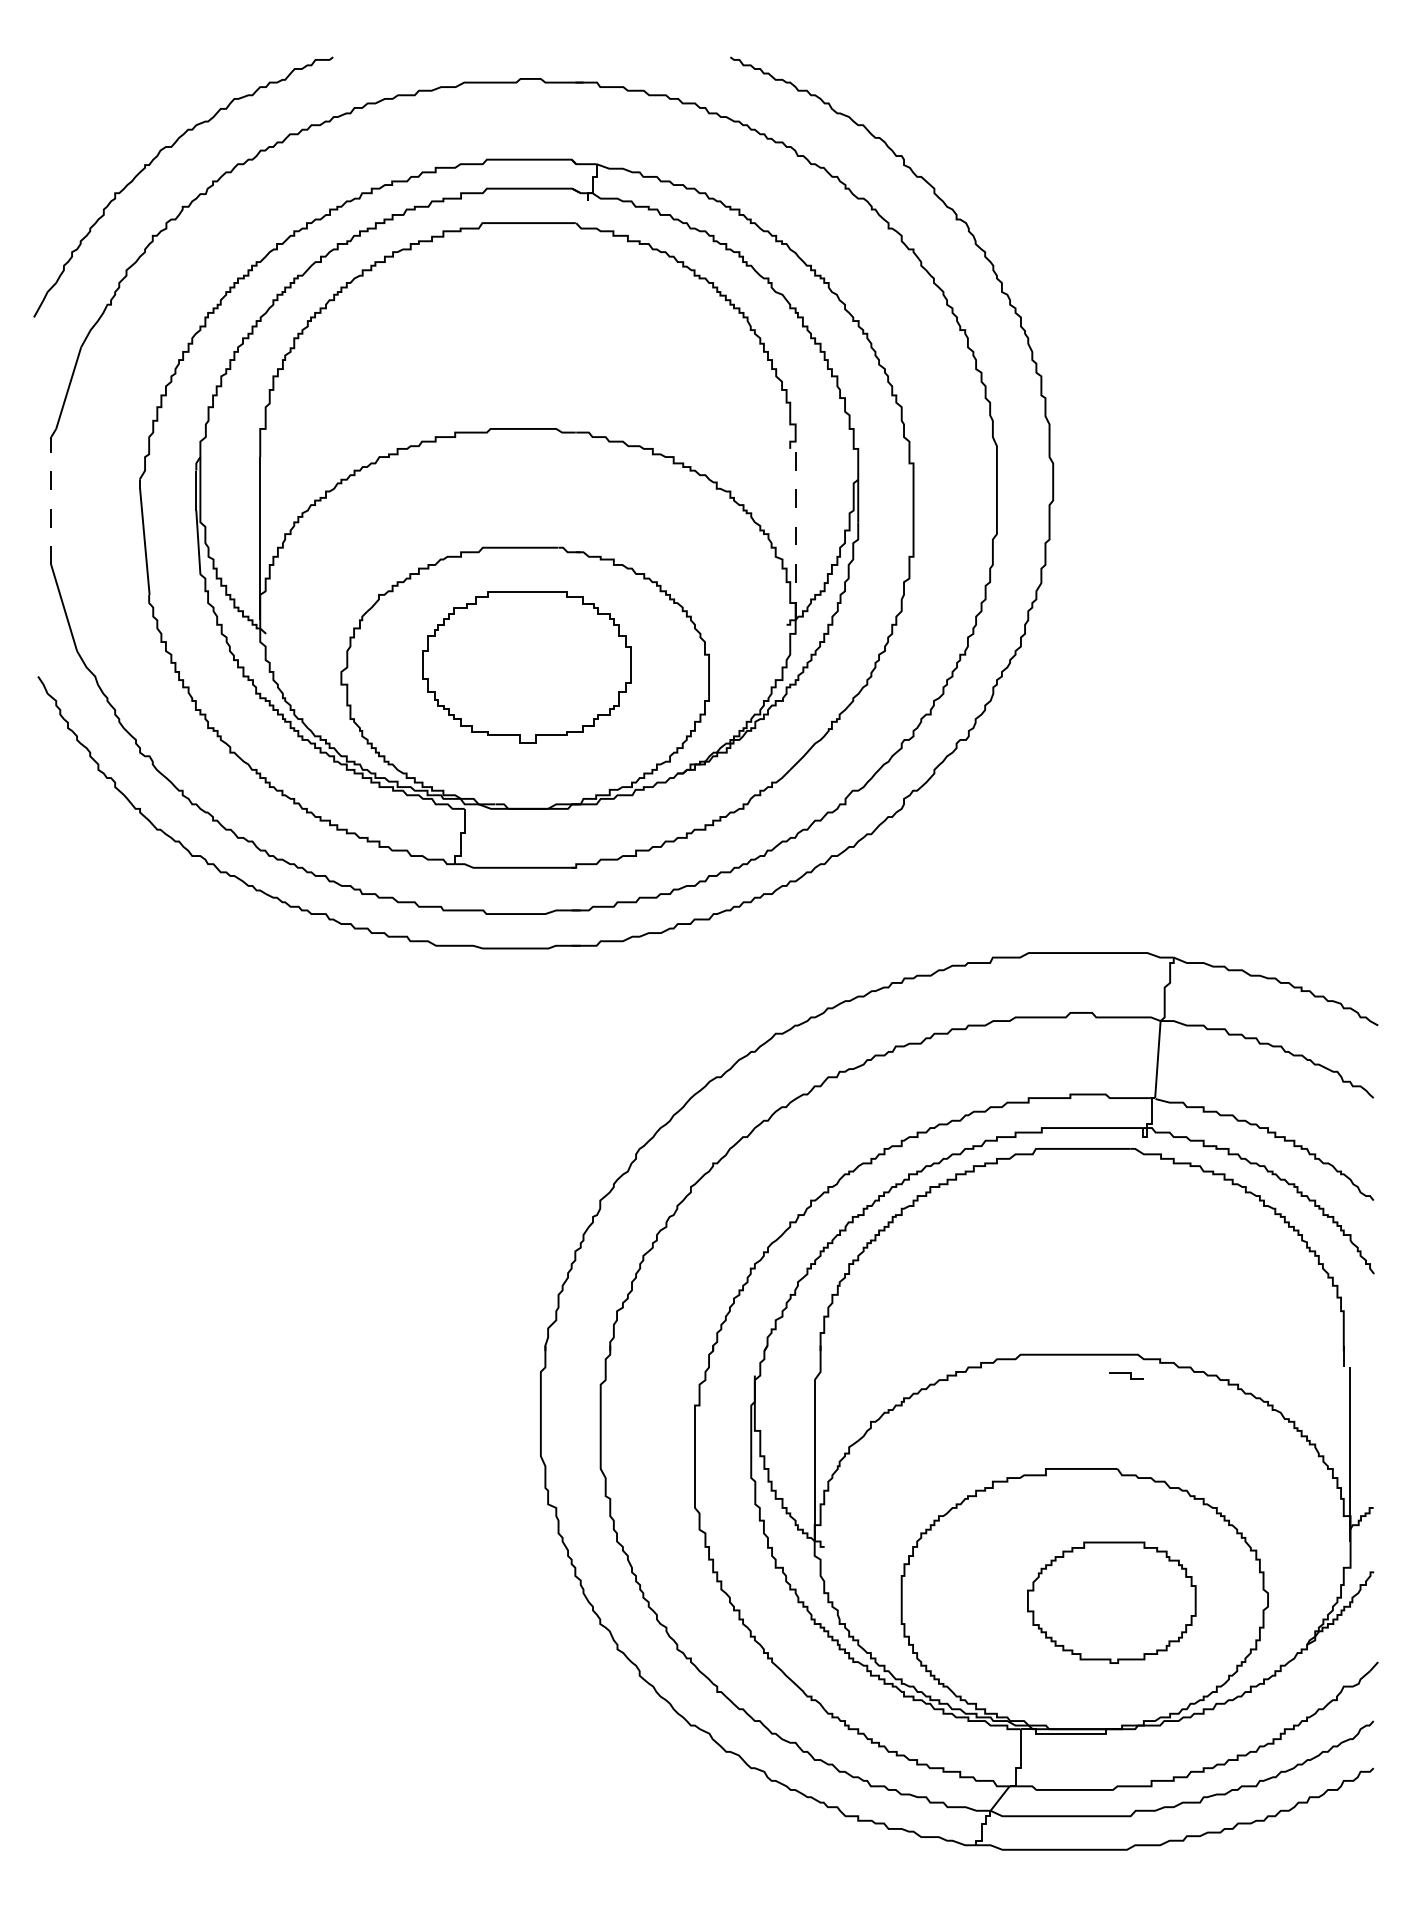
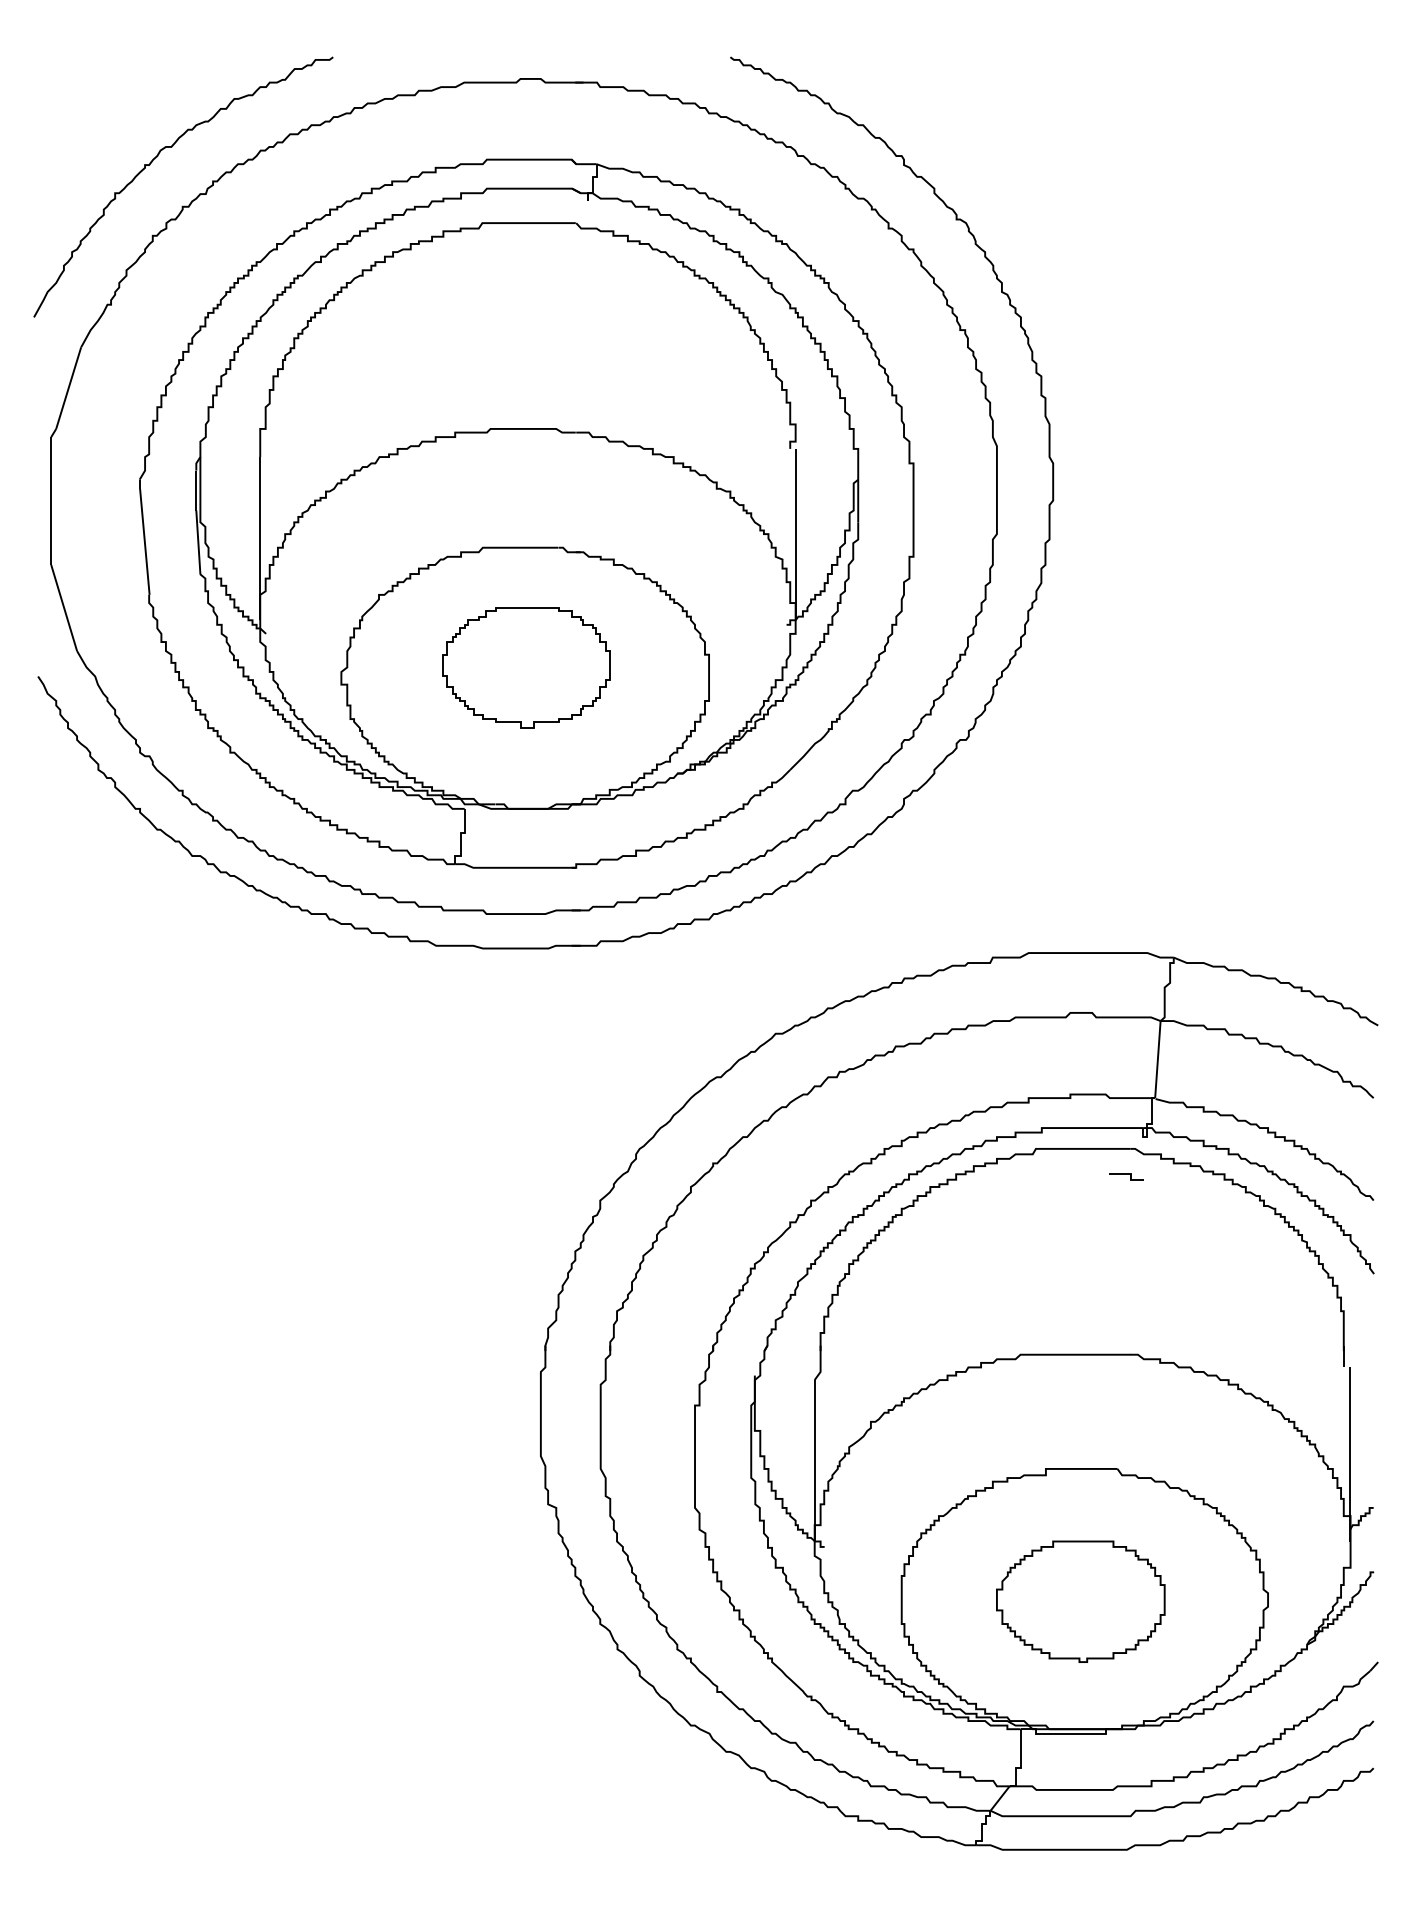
line at (51, 501): dashed -> solid
line at (795, 534): dashed -> solid
part at (526, 667) size: 210x153 px -> 169x122 px
curve at (1126, 1373) position: (1126, 1373) -> (1126, 1174)
part at (1111, 1602) position: (1111, 1602) -> (1080, 1601)
